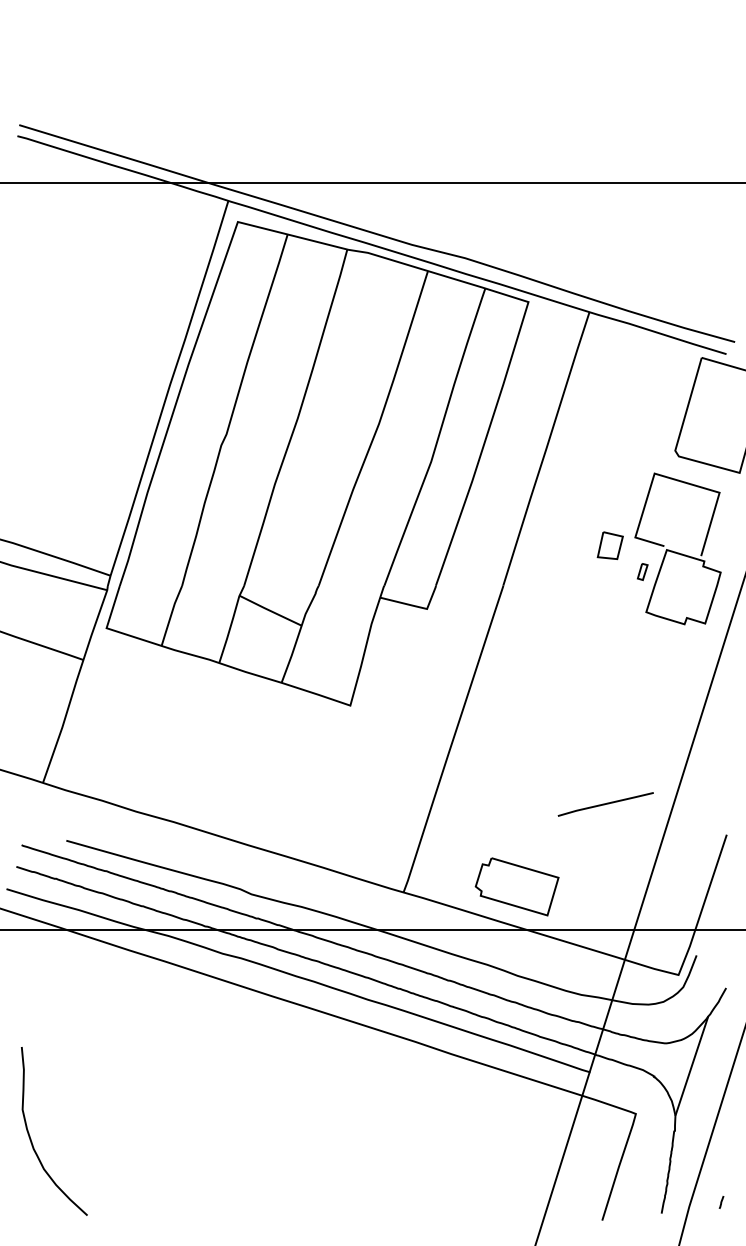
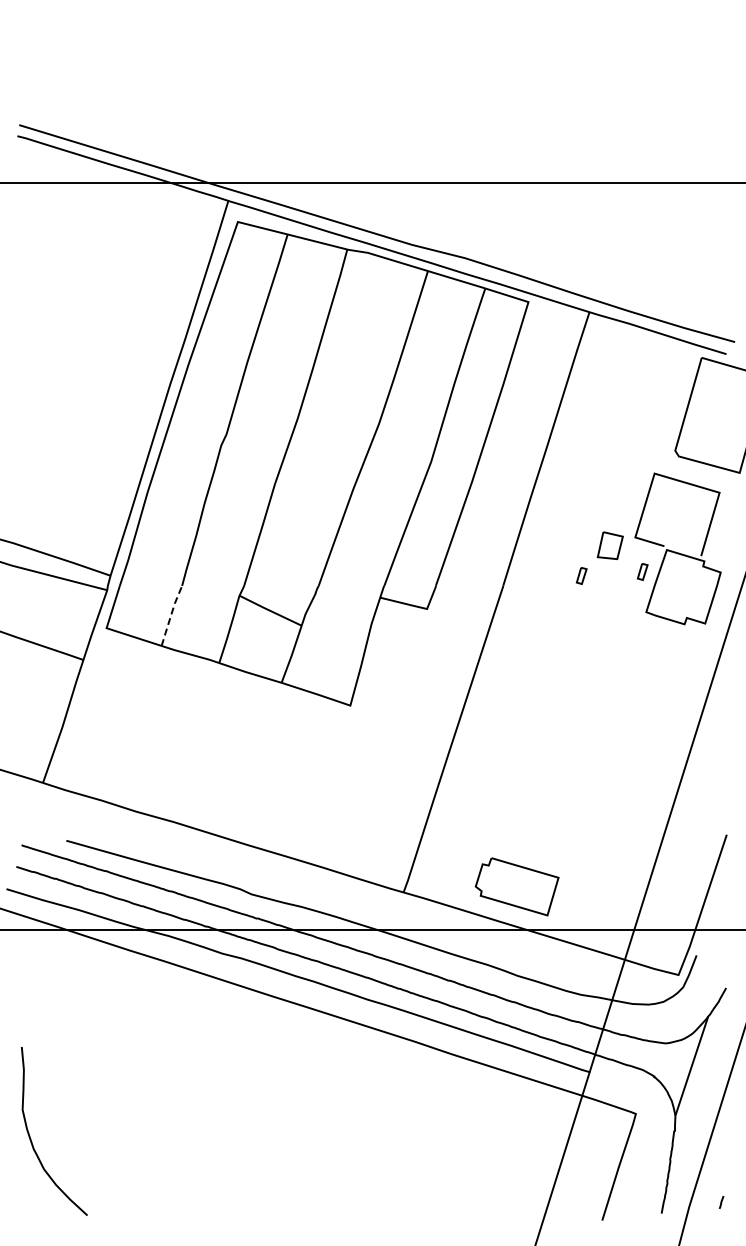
part at (581, 575): none -> present
line at (170, 615): solid -> dashed
line at (605, 804): present -> none
